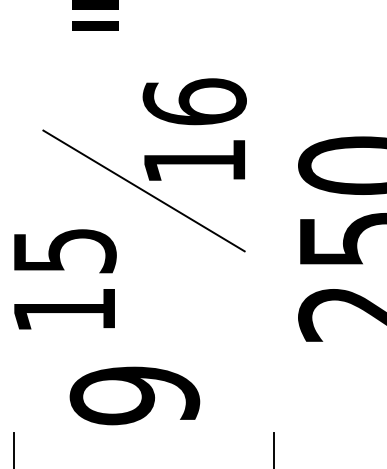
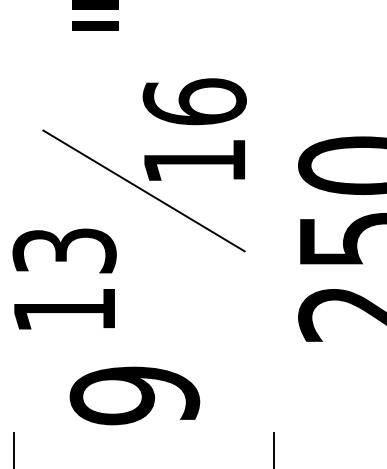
text at (64, 250): 15 -> 13
